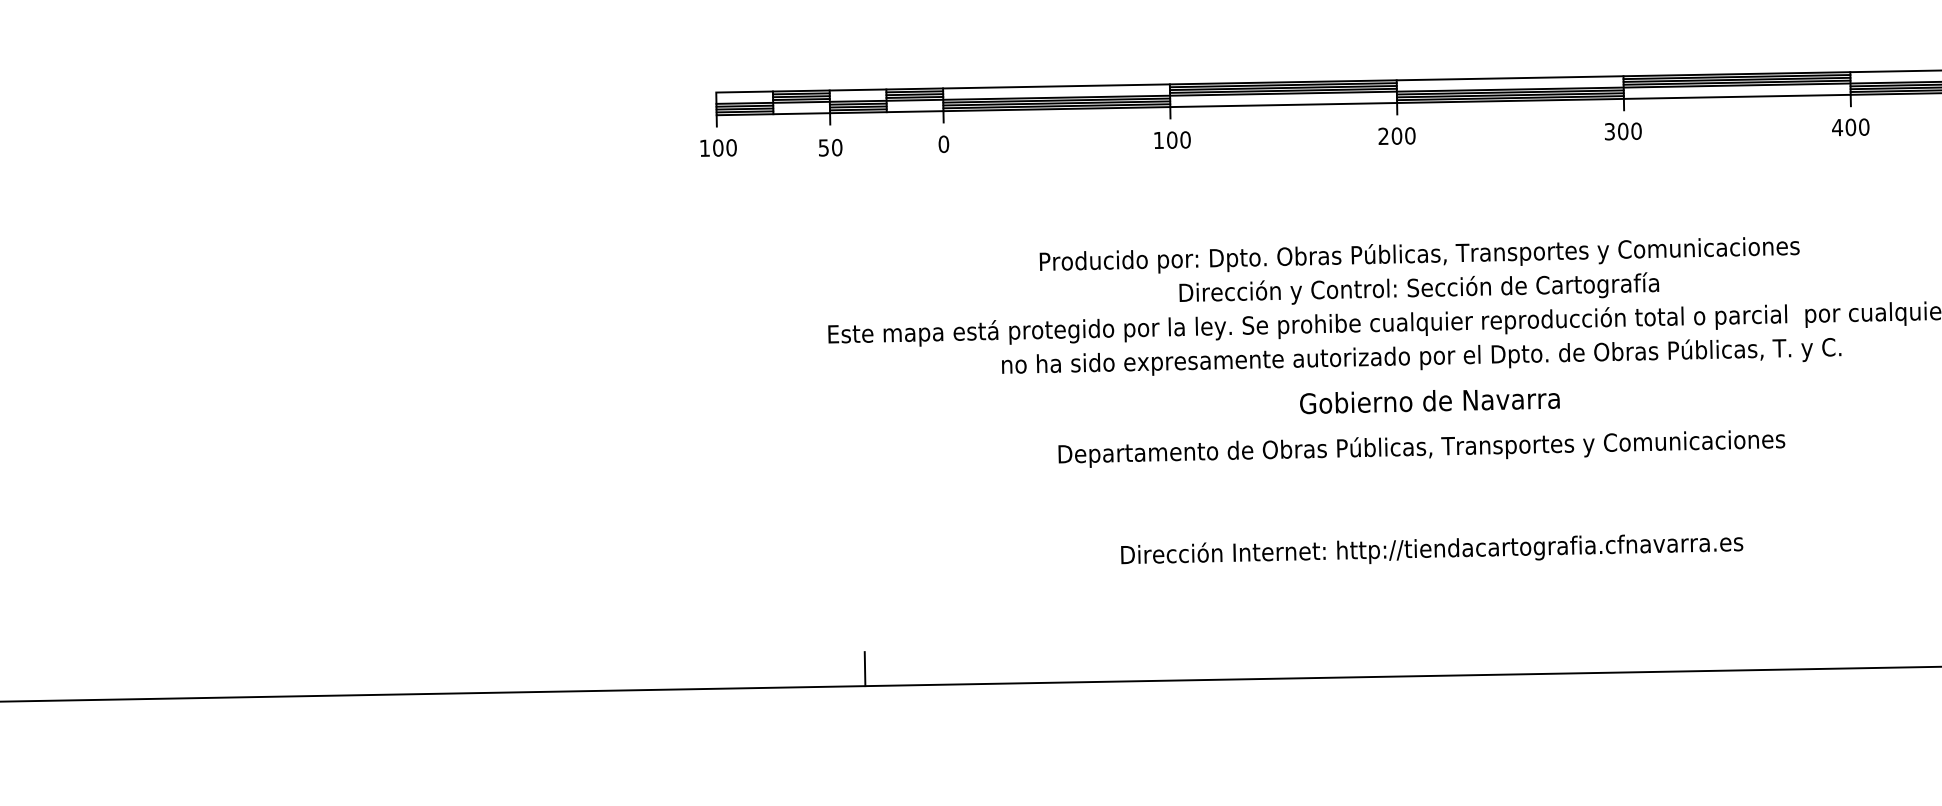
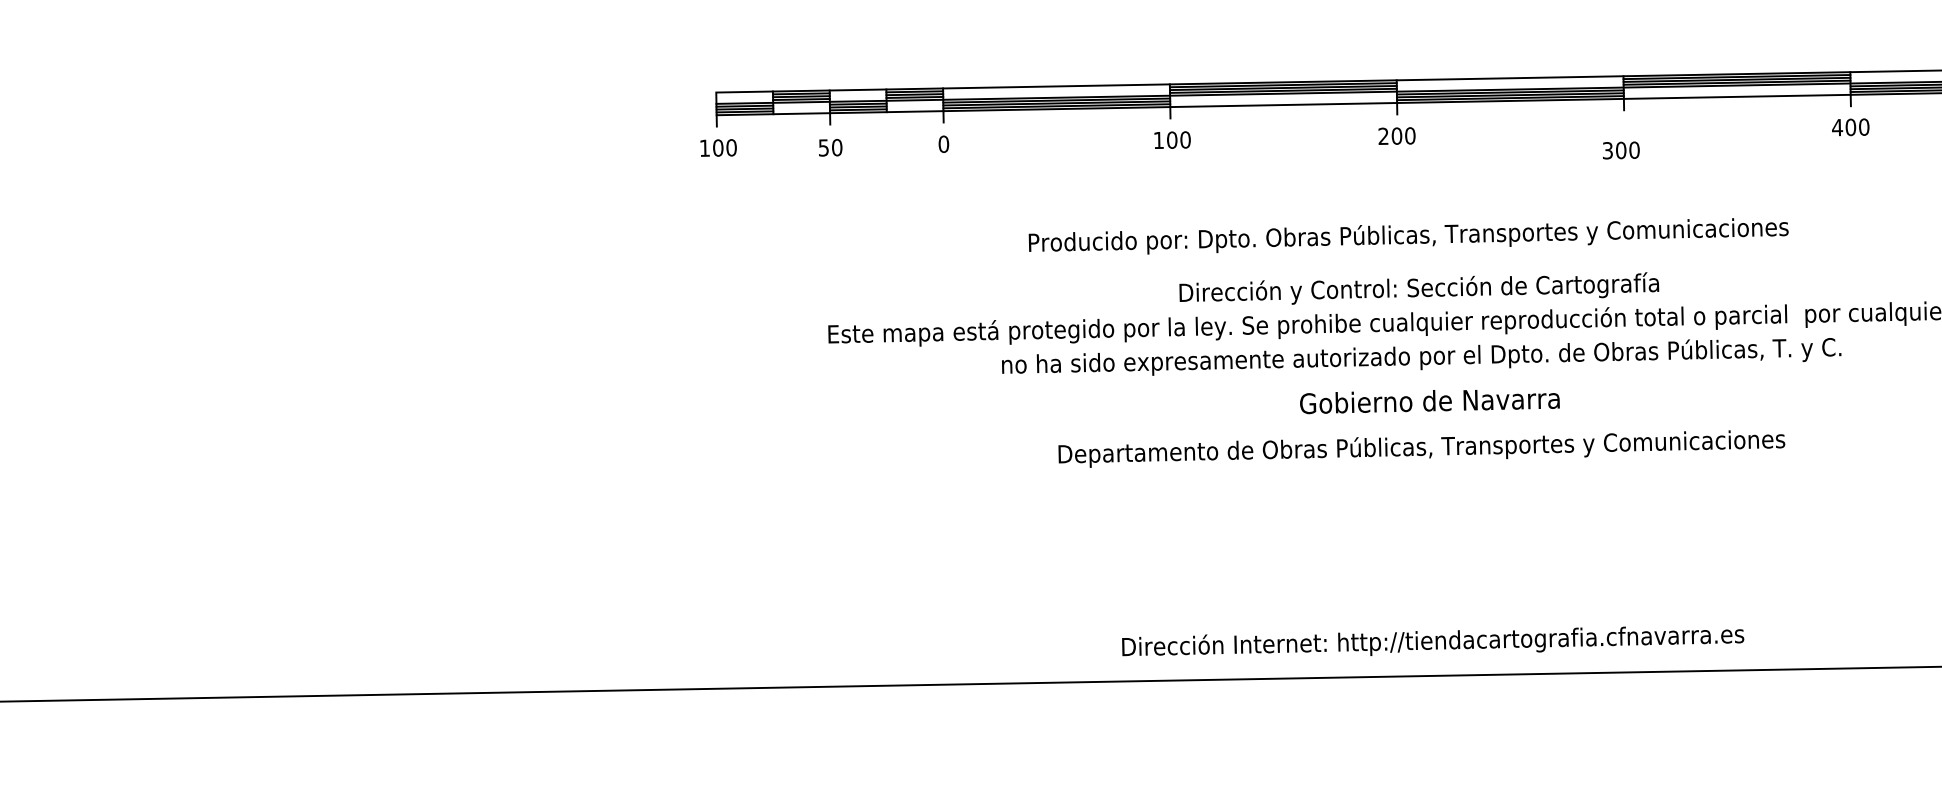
text at (1623, 131) position: (1623, 131) -> (1621, 150)
text at (1419, 255) position: (1419, 255) -> (1408, 236)
text at (1432, 549) position: (1432, 549) -> (1433, 641)
line at (864, 669): present -> none
